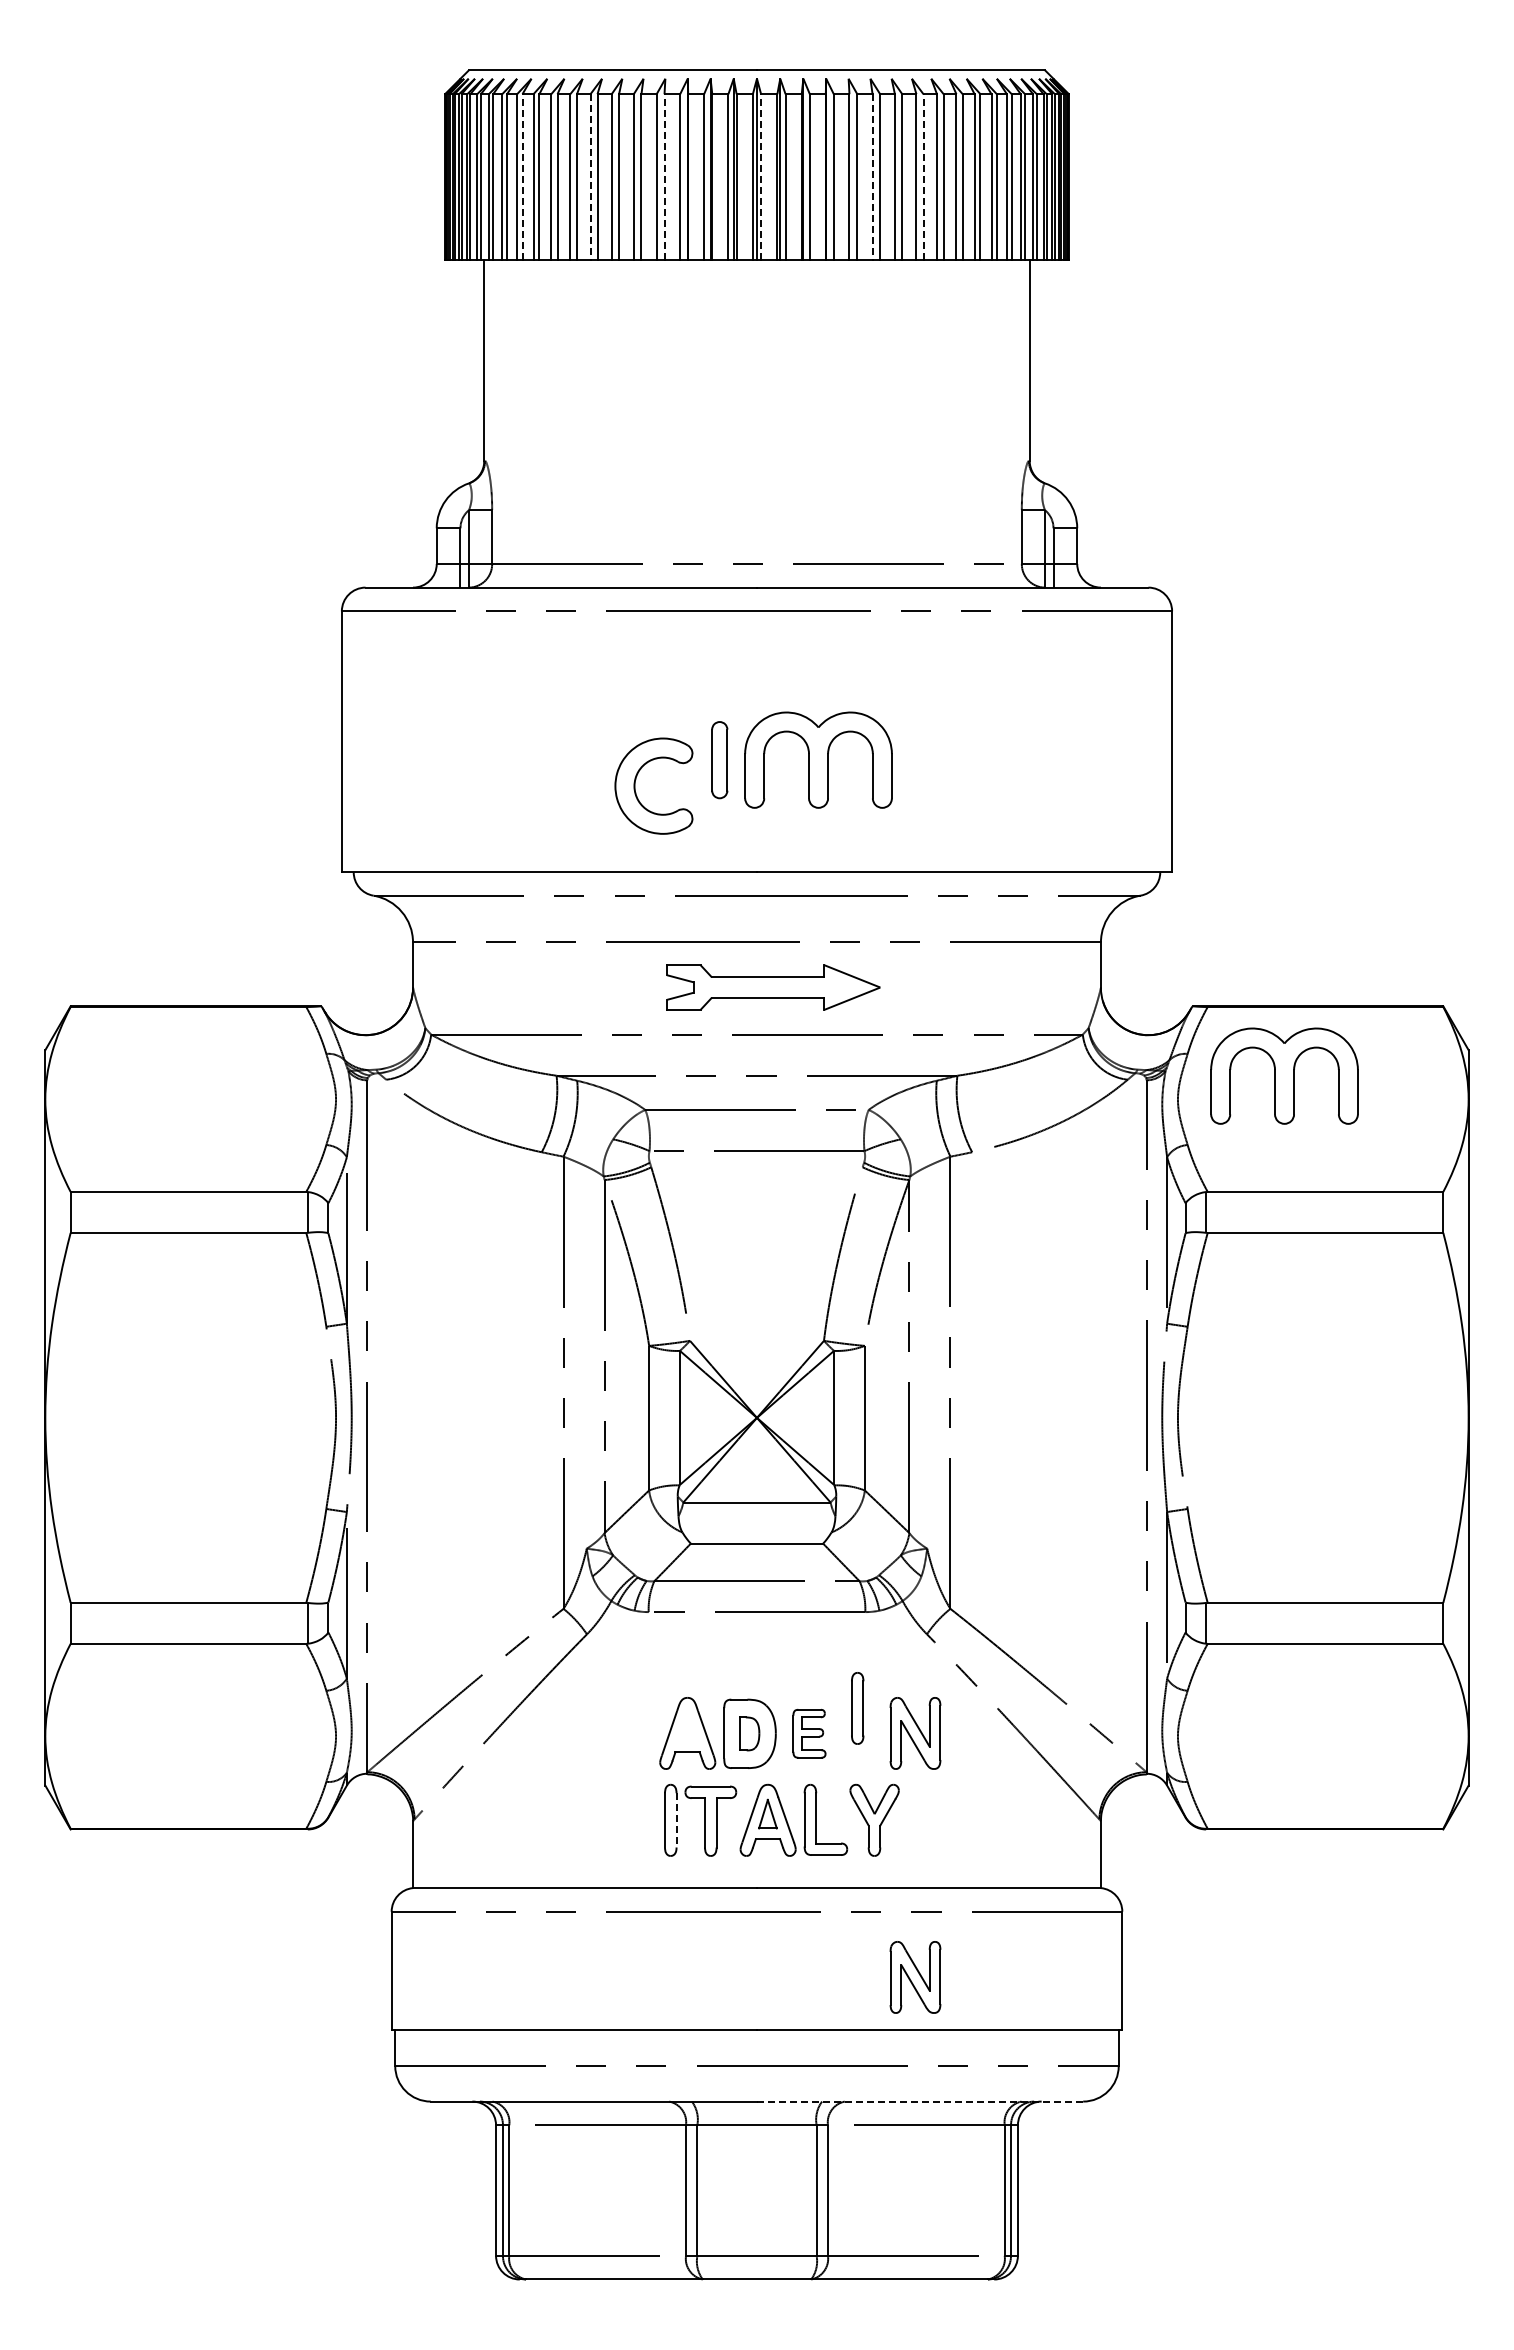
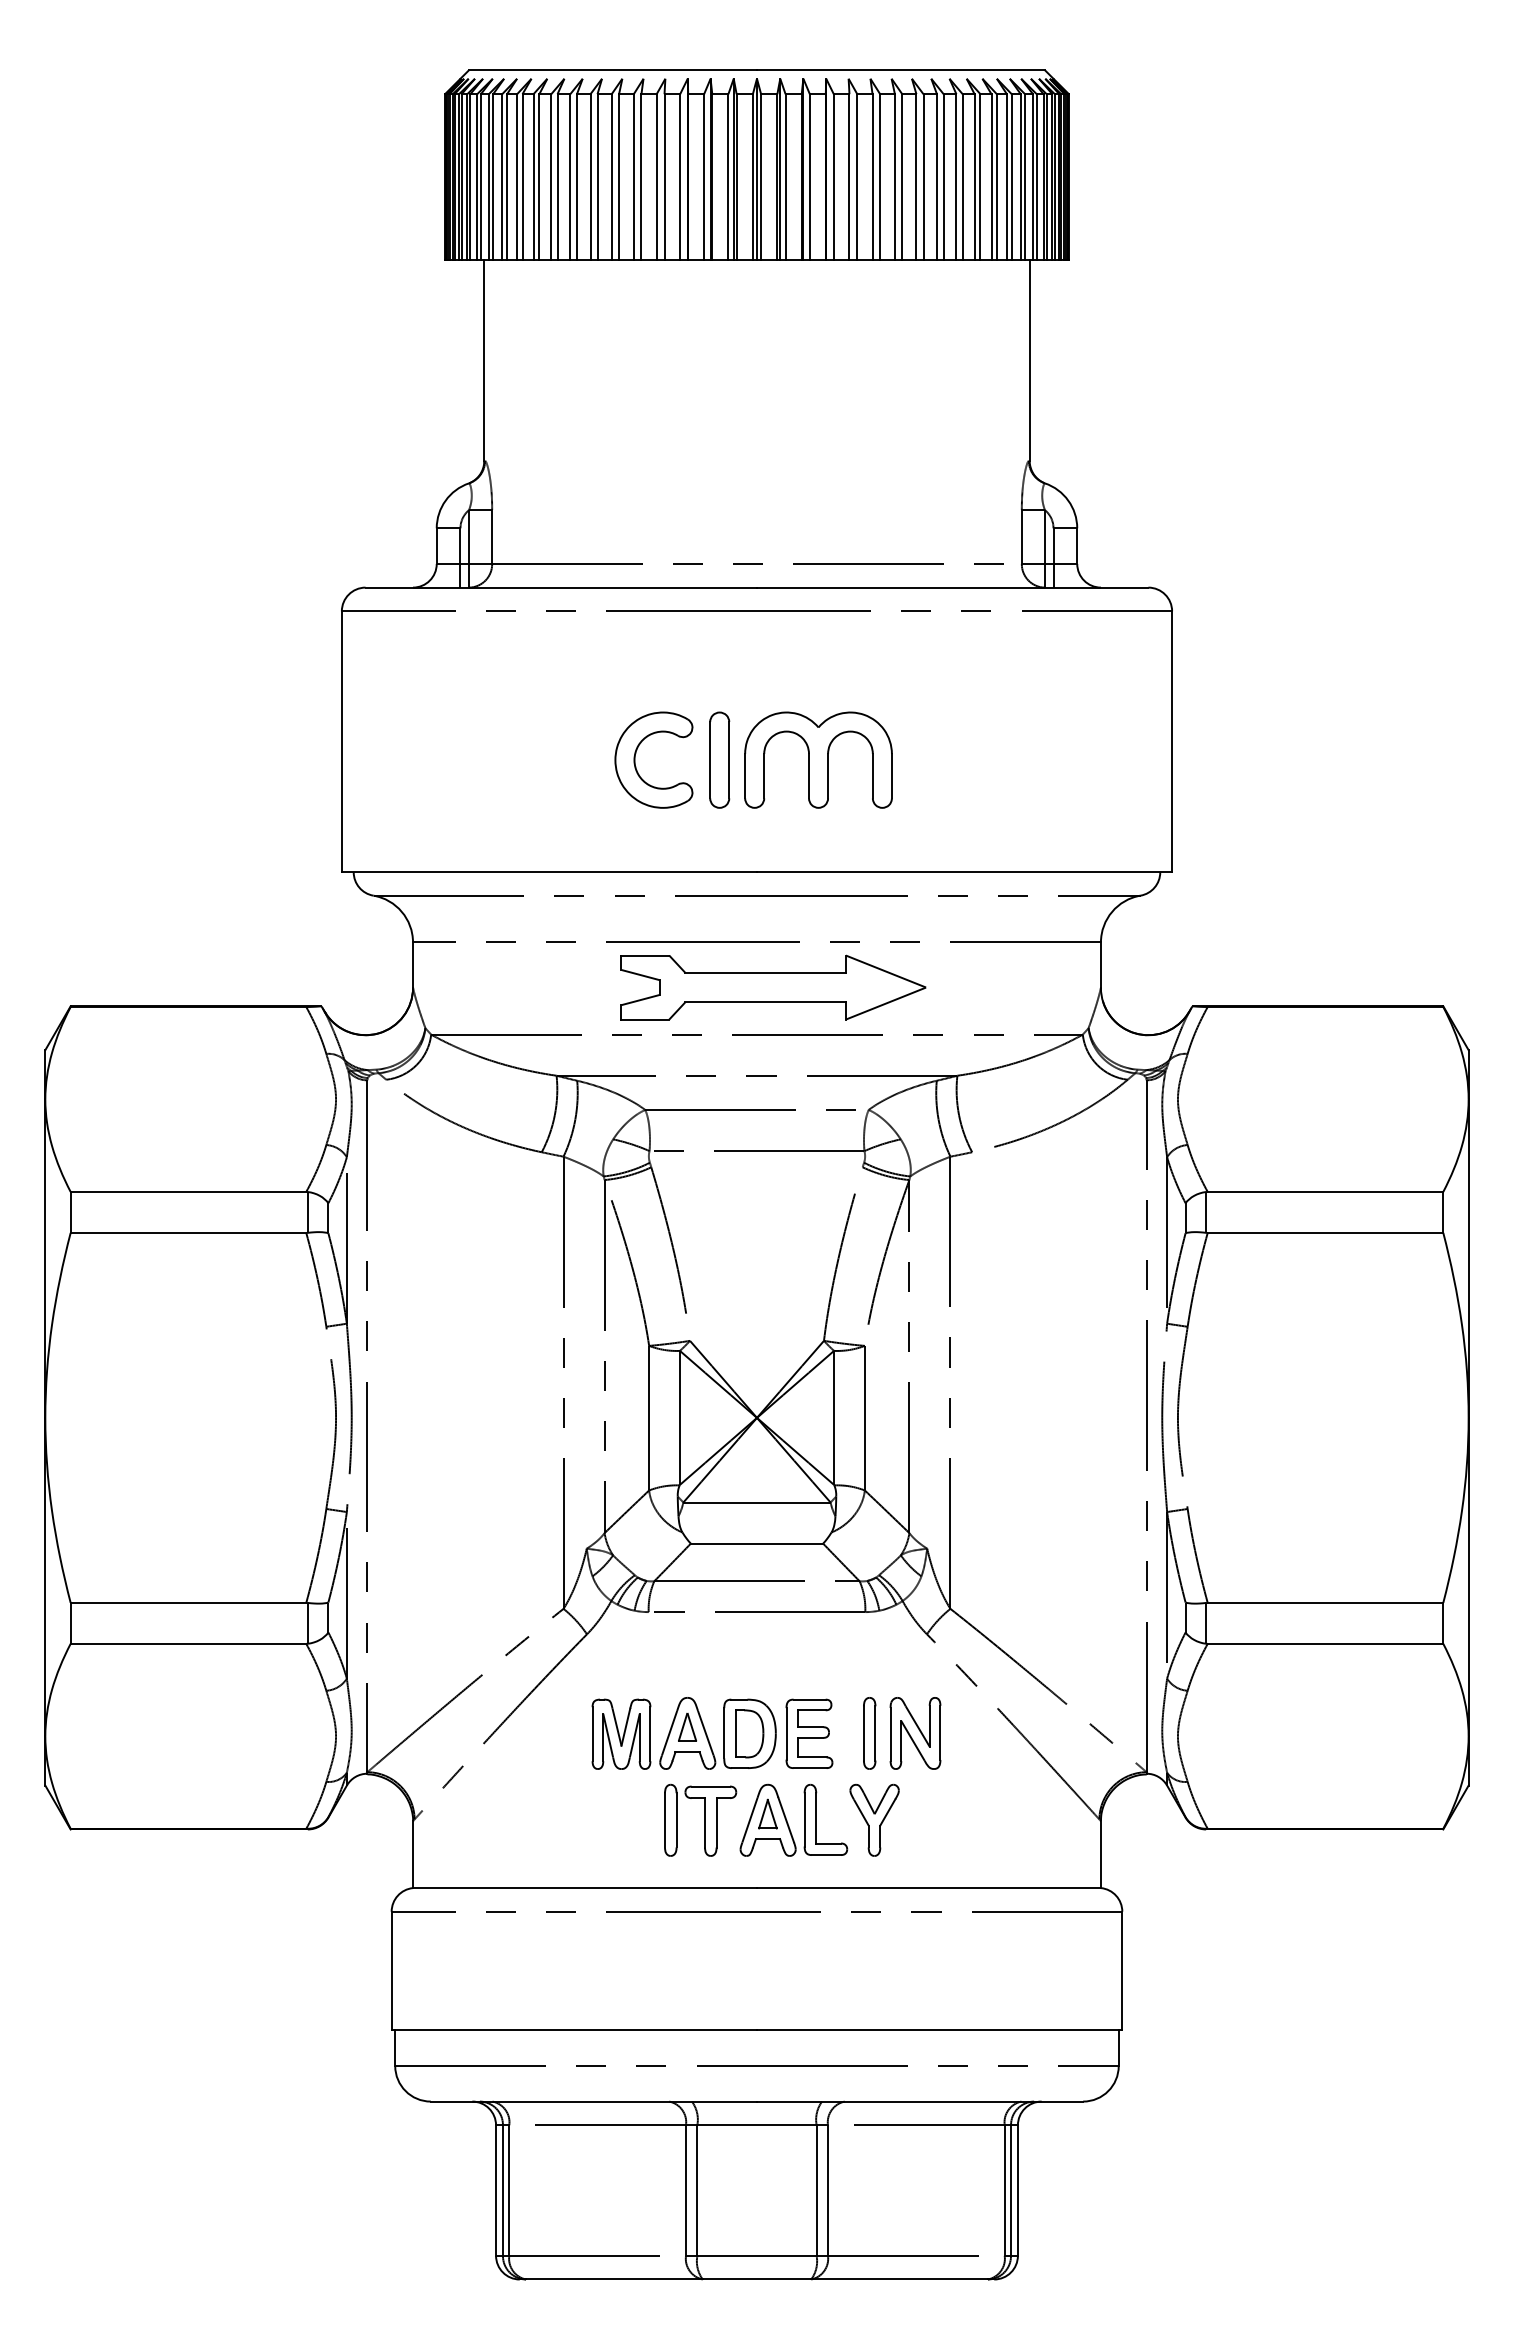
line at (522, 176): dashed -> solid
line at (664, 176): dashed -> solid
line at (761, 176): dashed -> solid
line at (923, 176): dashed -> solid
line at (590, 177): dashed -> solid
line at (872, 177): dashed -> solid
part at (719, 760) size: 18x79 px -> 22x98 px
part at (635, 785) position: (635, 785) -> (635, 759)
part at (773, 987) size: 215x47 px -> 307x67 px
part at (1284, 1075): present -> none
part at (857, 1708) position: (857, 1708) -> (869, 1733)
part at (687, 1727): none -> present
part at (621, 1733): none -> present
part at (749, 1733) size: 22x36 px -> 30x50 px
part at (809, 1733) size: 35x51 px -> 49x71 px
line at (676, 1820): dashed -> solid
part at (915, 1977): present -> none
line at (920, 2101): dashed -> solid
